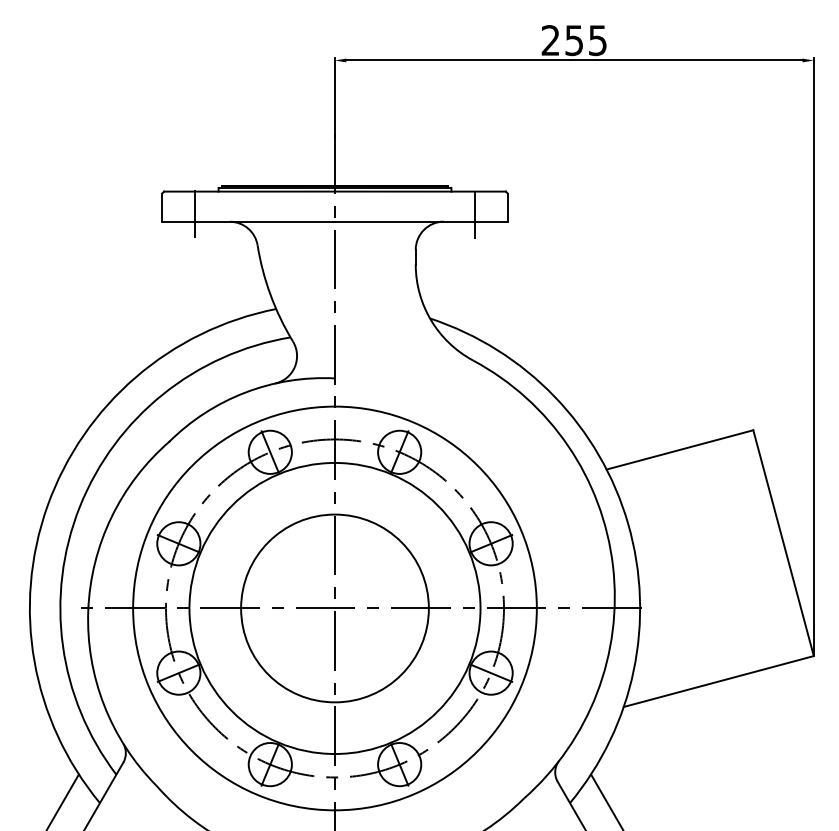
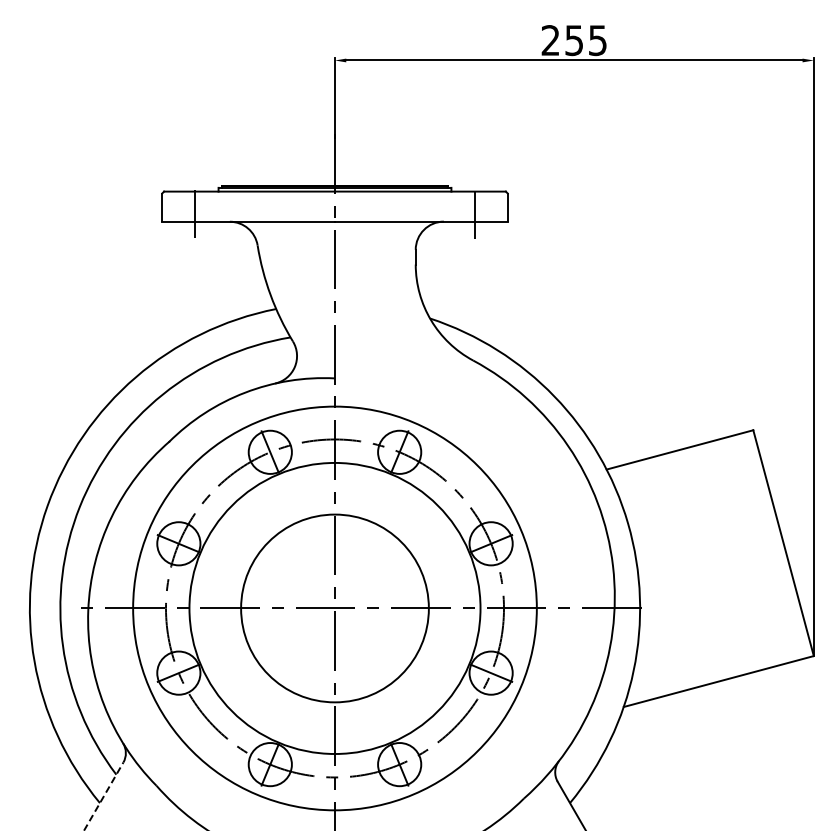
line at (103, 796): solid -> dashed
line at (63, 800): present -> none
line at (606, 800): present -> none
